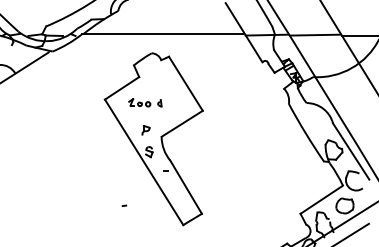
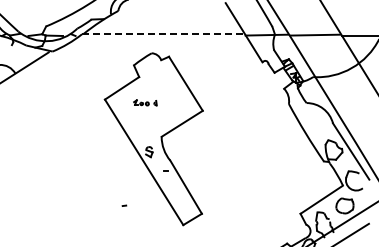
line at (162, 34): solid -> dashed
part at (145, 102) size: 35x10 px -> 25x8 px
part at (145, 130): present -> none
